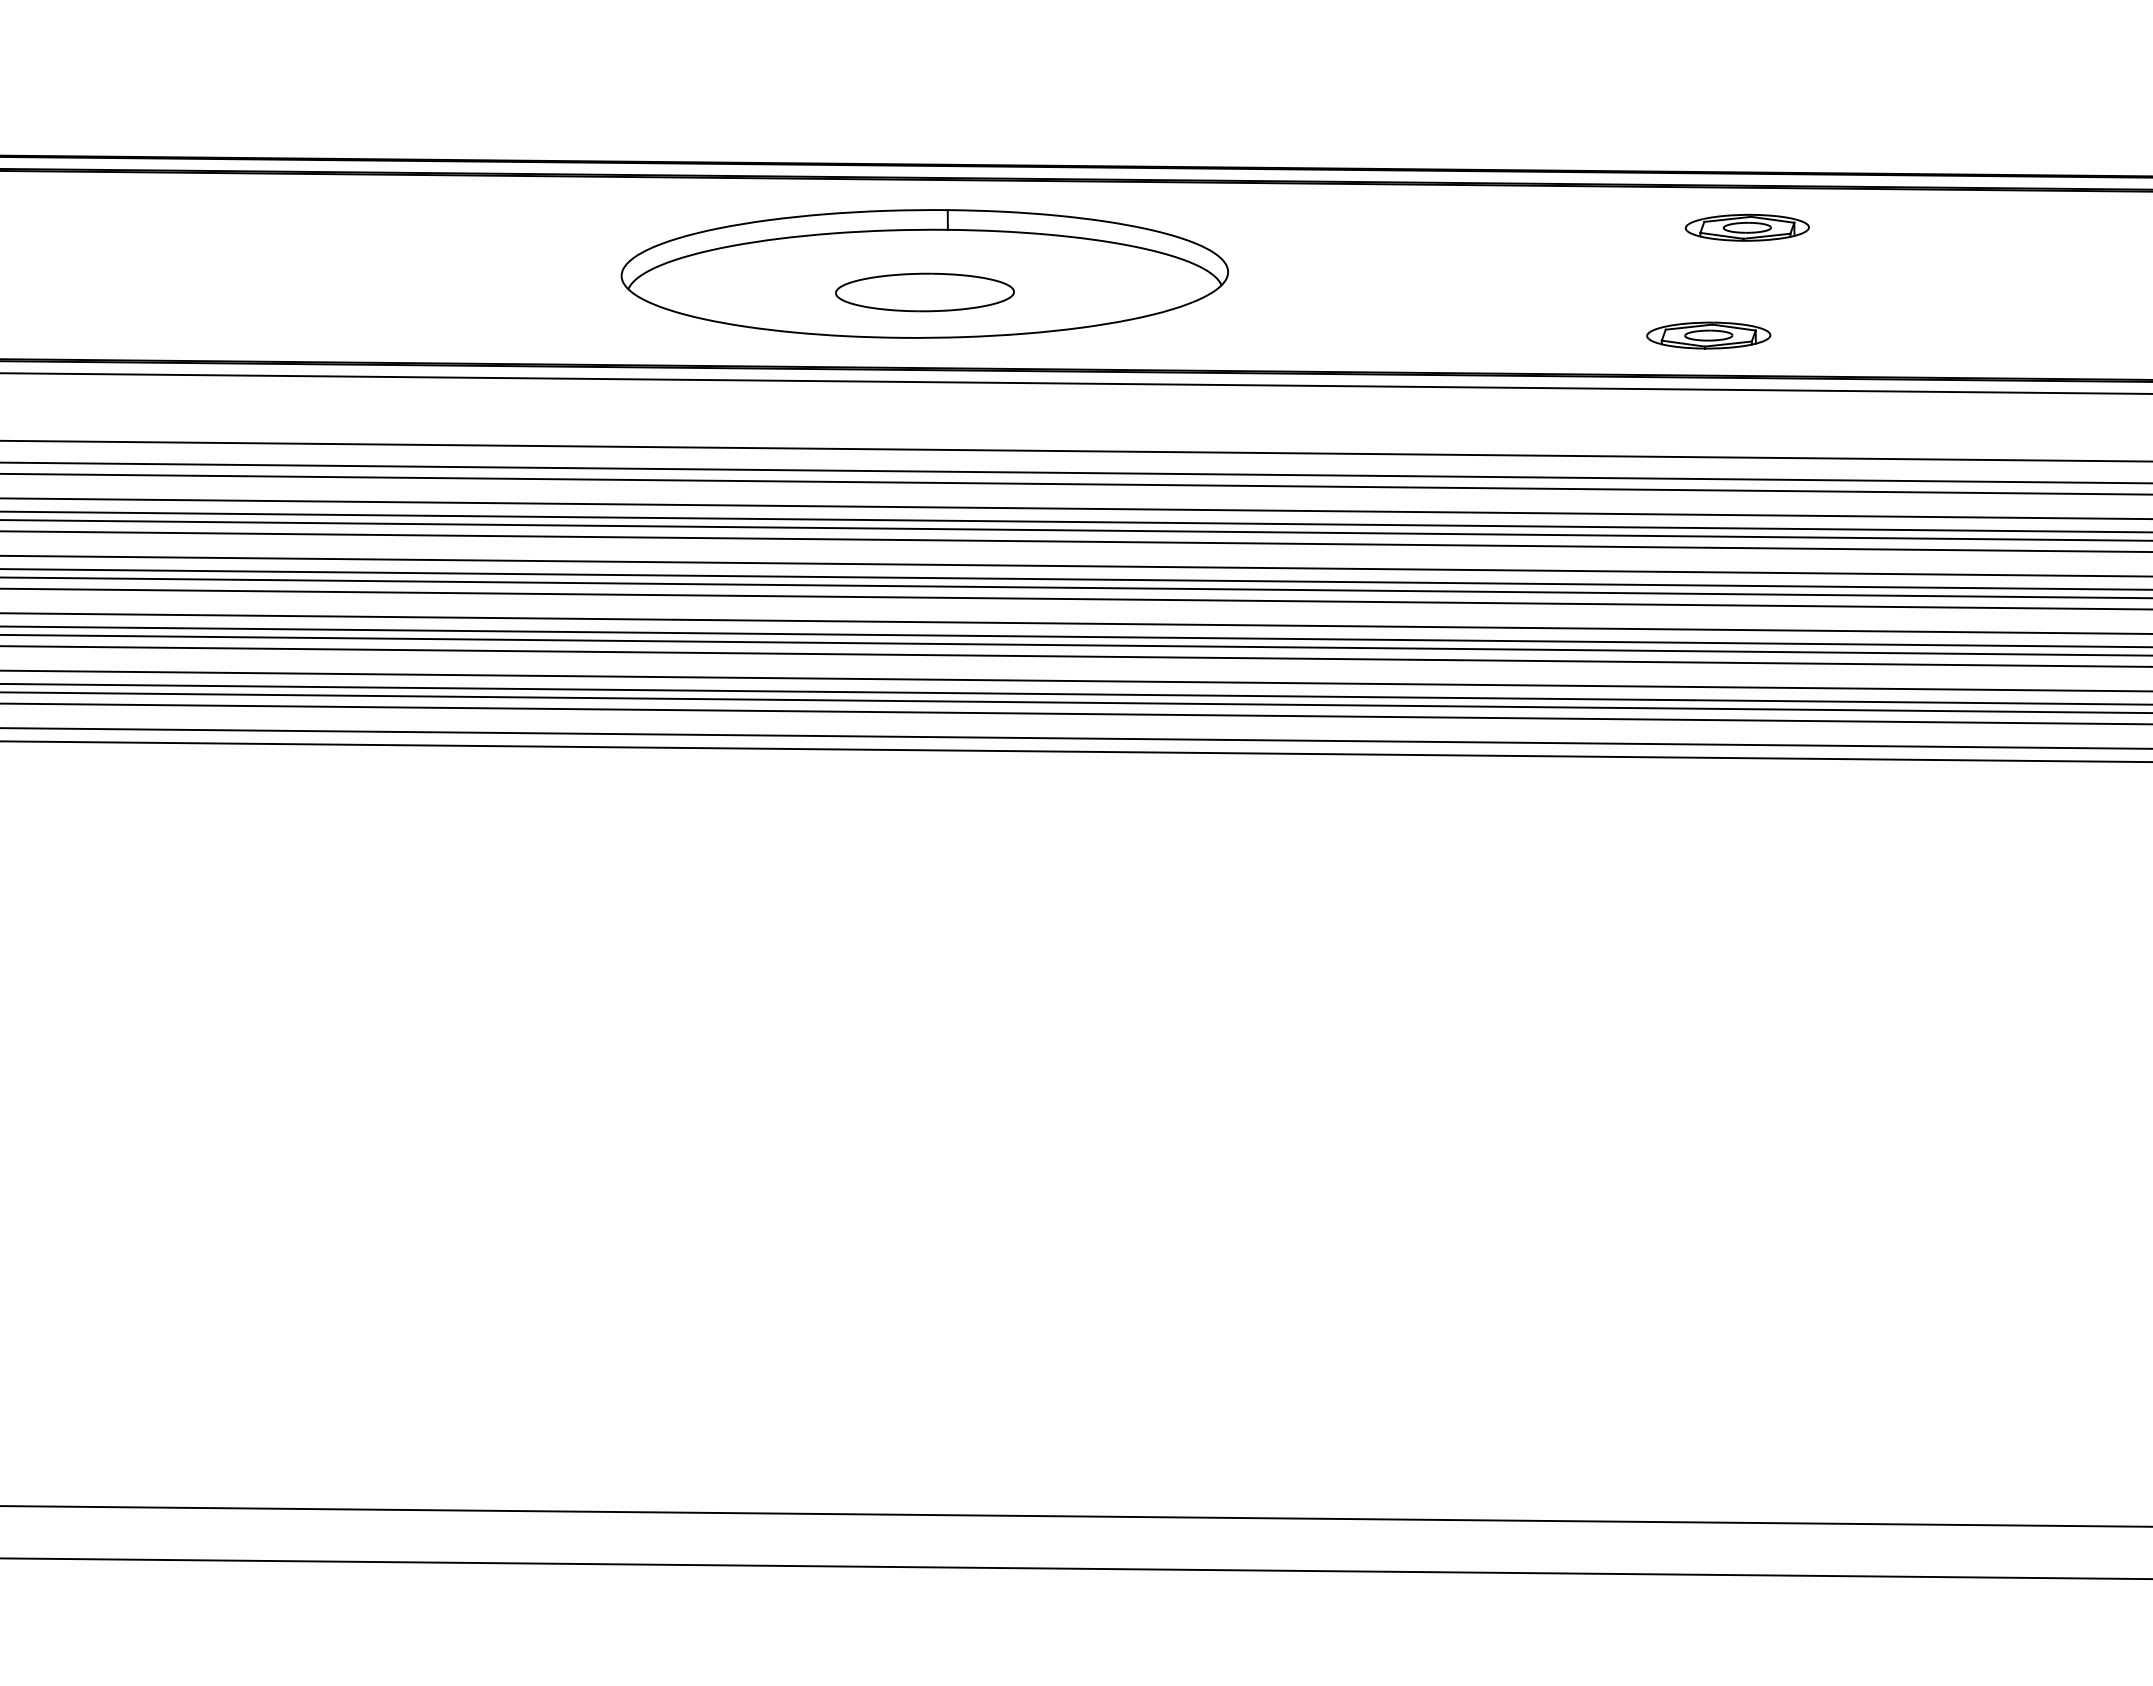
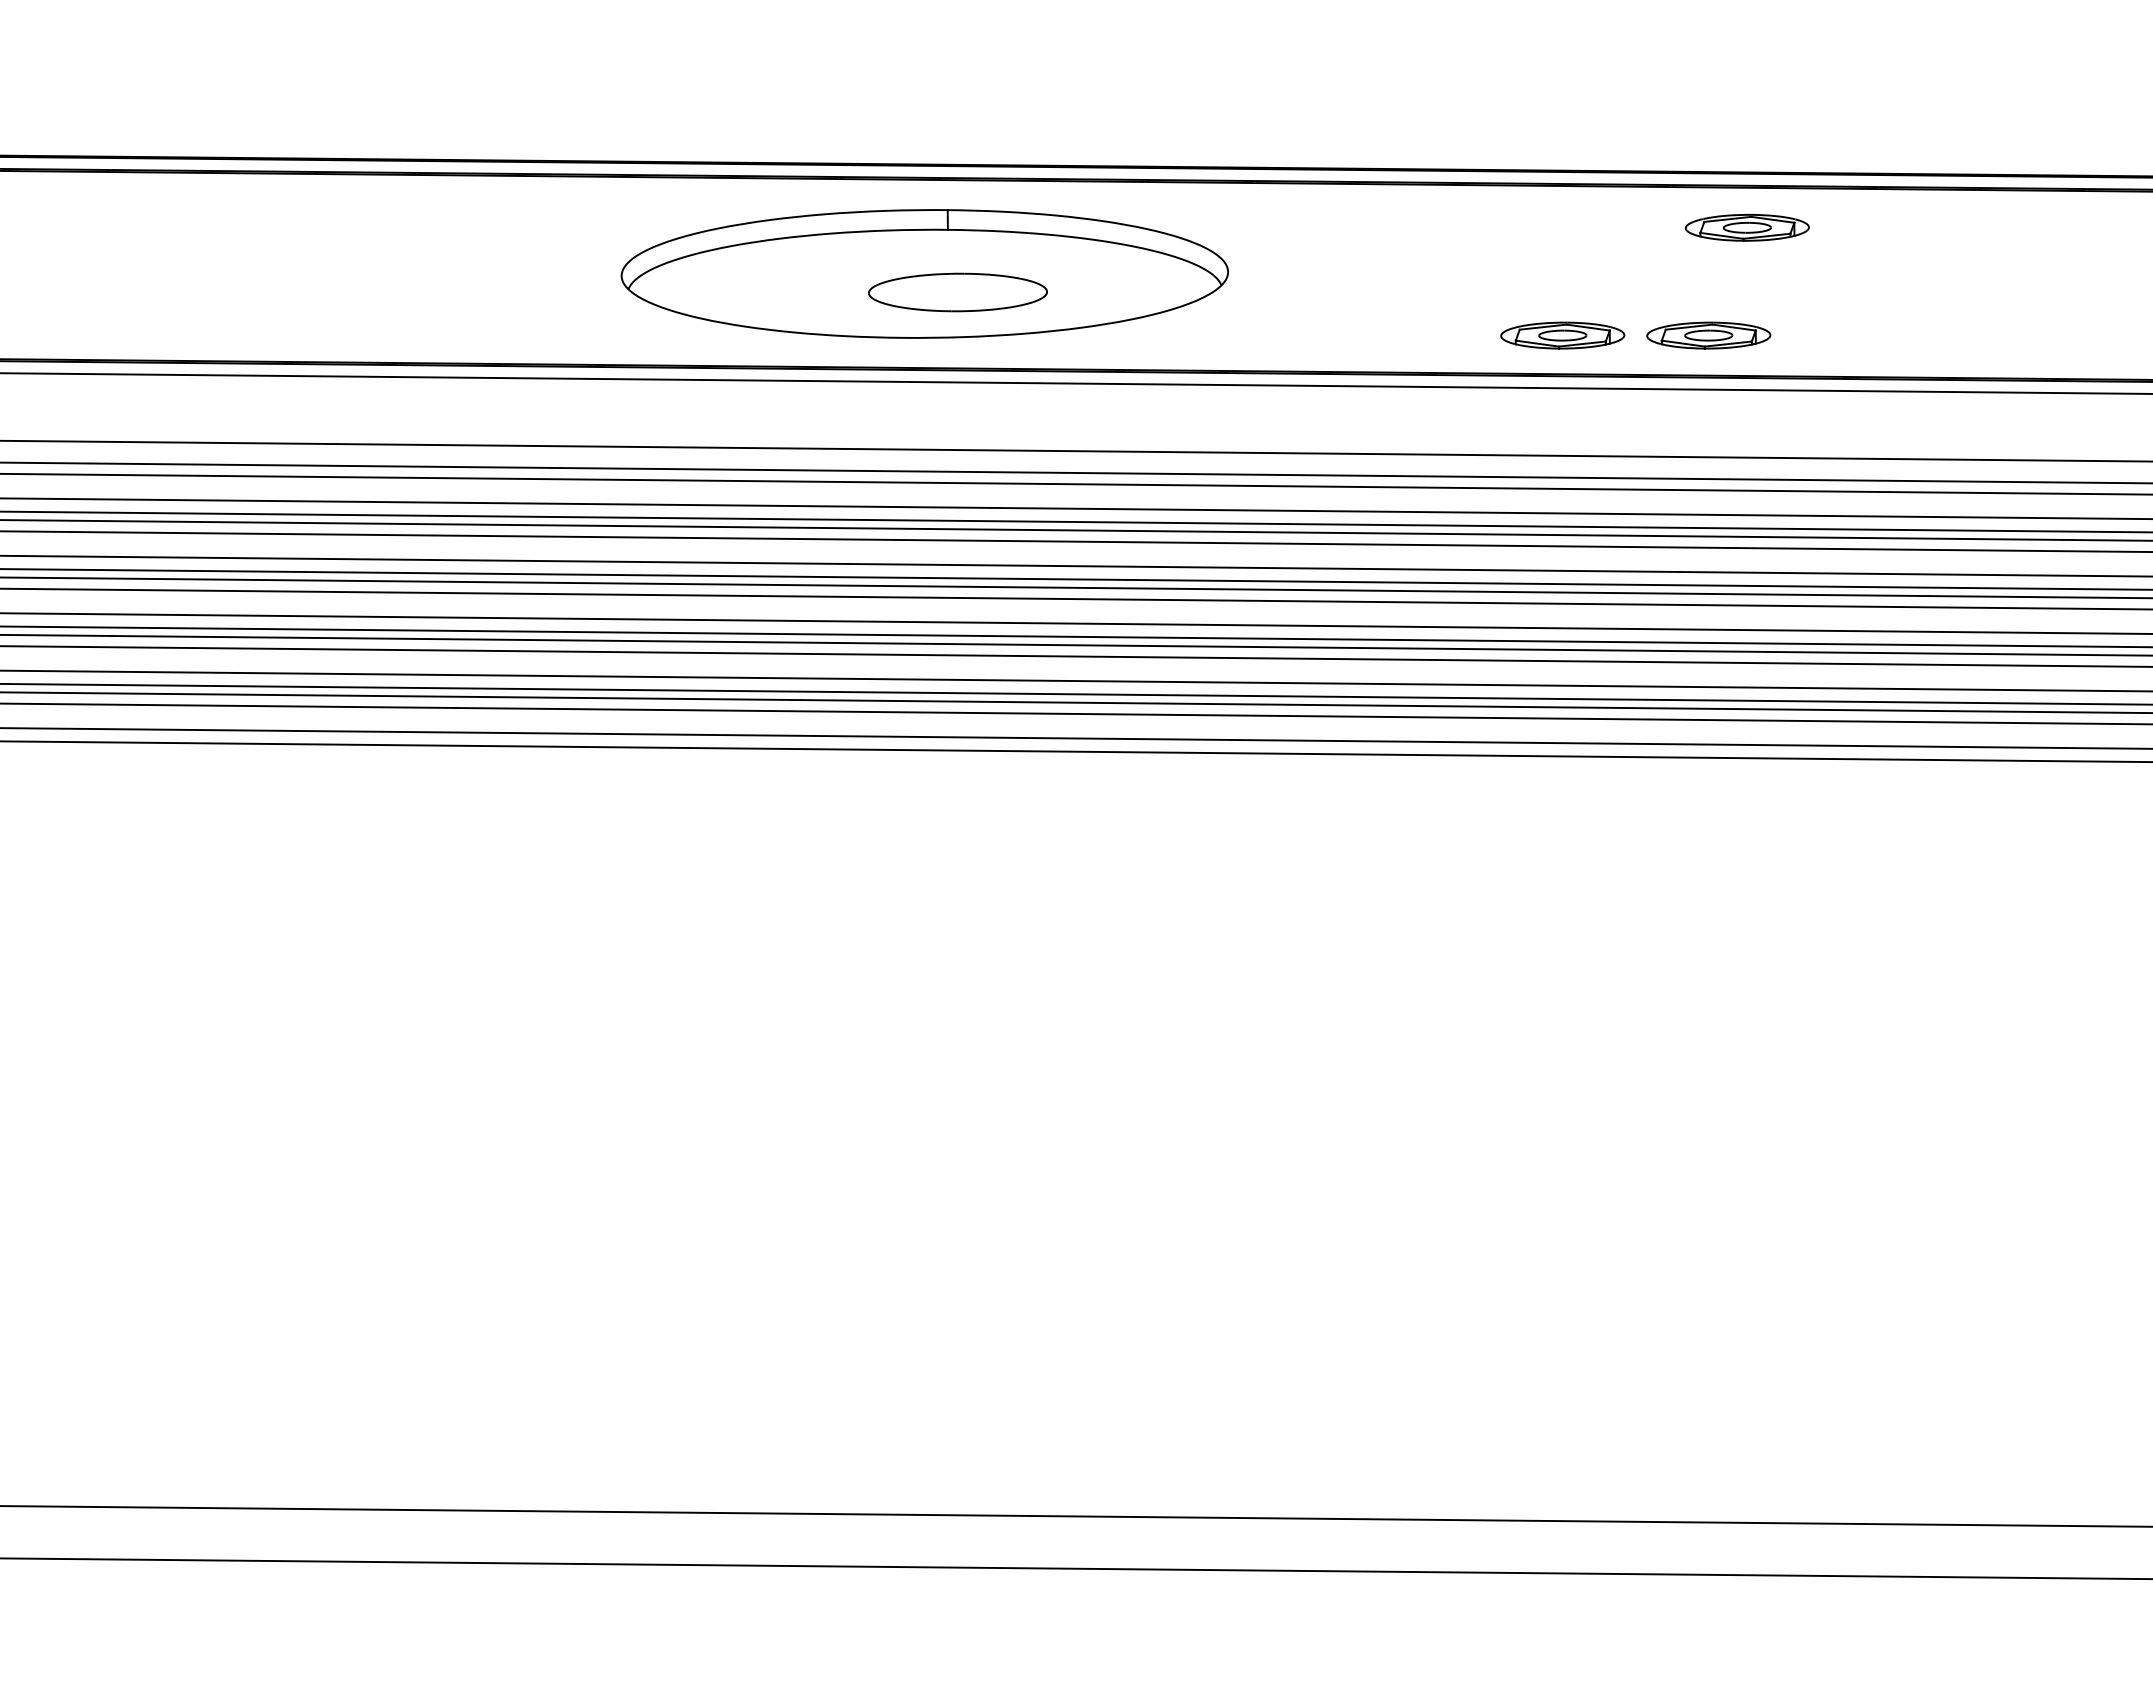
part at (924, 292) position: (924, 292) -> (957, 292)
part at (1562, 335): none -> present
